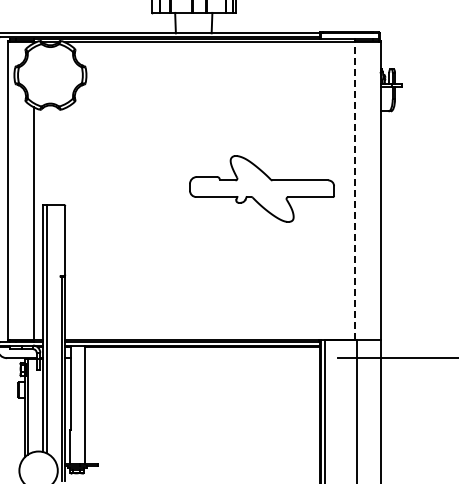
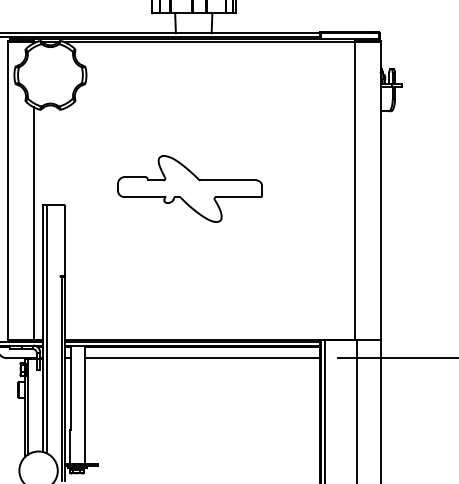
part at (261, 188) position: (261, 188) -> (189, 188)
line at (355, 190): dashed -> solid
line at (201, 358): none -> present
